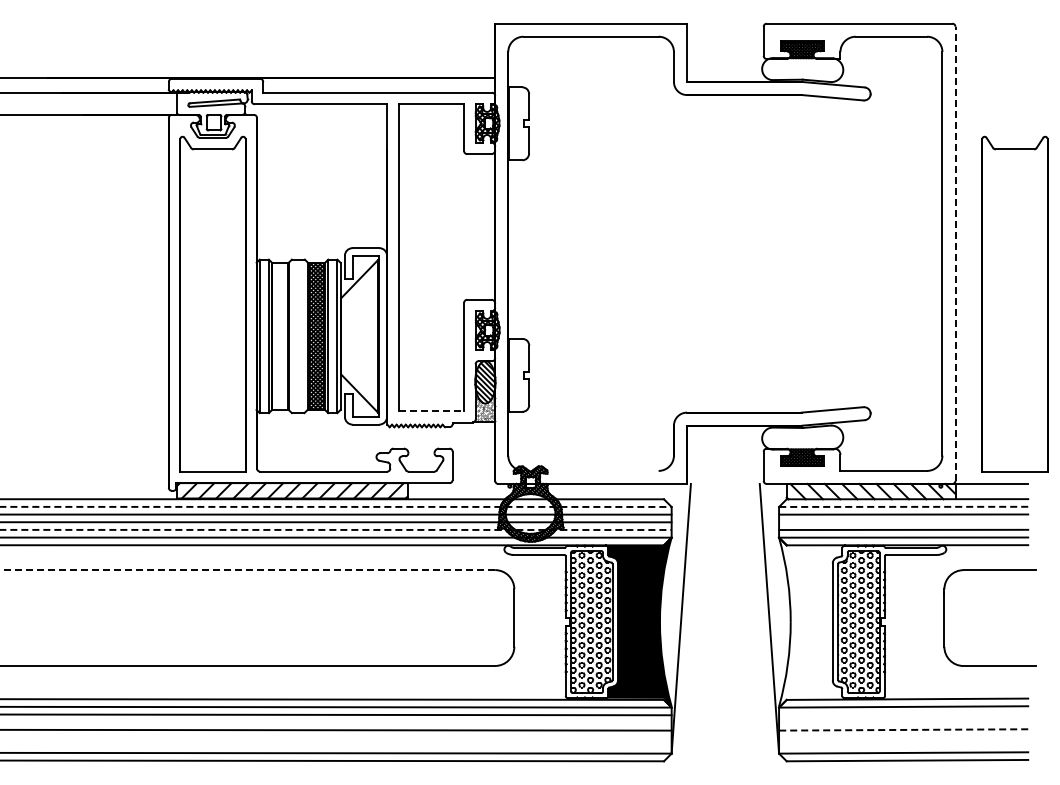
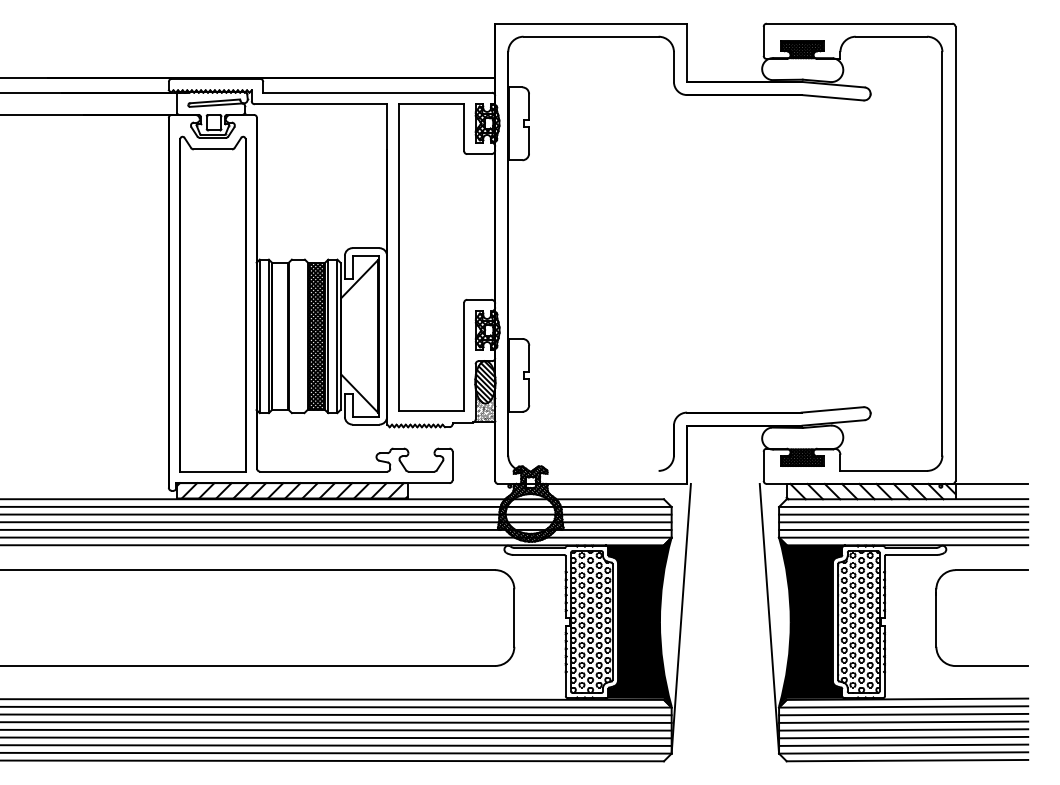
line at (955, 253): dashed -> solid
part at (1014, 303): present -> none
line at (431, 411): dashed -> solid
line at (336, 506): dashed -> solid
line at (903, 506): dashed -> solid
line at (903, 522): none -> present
line at (336, 529): dashed -> solid
line at (247, 570): dashed -> solid
part at (944, 617) position: (944, 617) -> (936, 617)
fill at (811, 621): none -> present
line at (903, 714): none -> present
line at (903, 721): none -> present
line at (336, 722): none -> present
line at (903, 729): dashed -> solid
line at (336, 737): none -> present
line at (903, 737): none -> present
line at (903, 744): none -> present
line at (336, 745): none -> present
